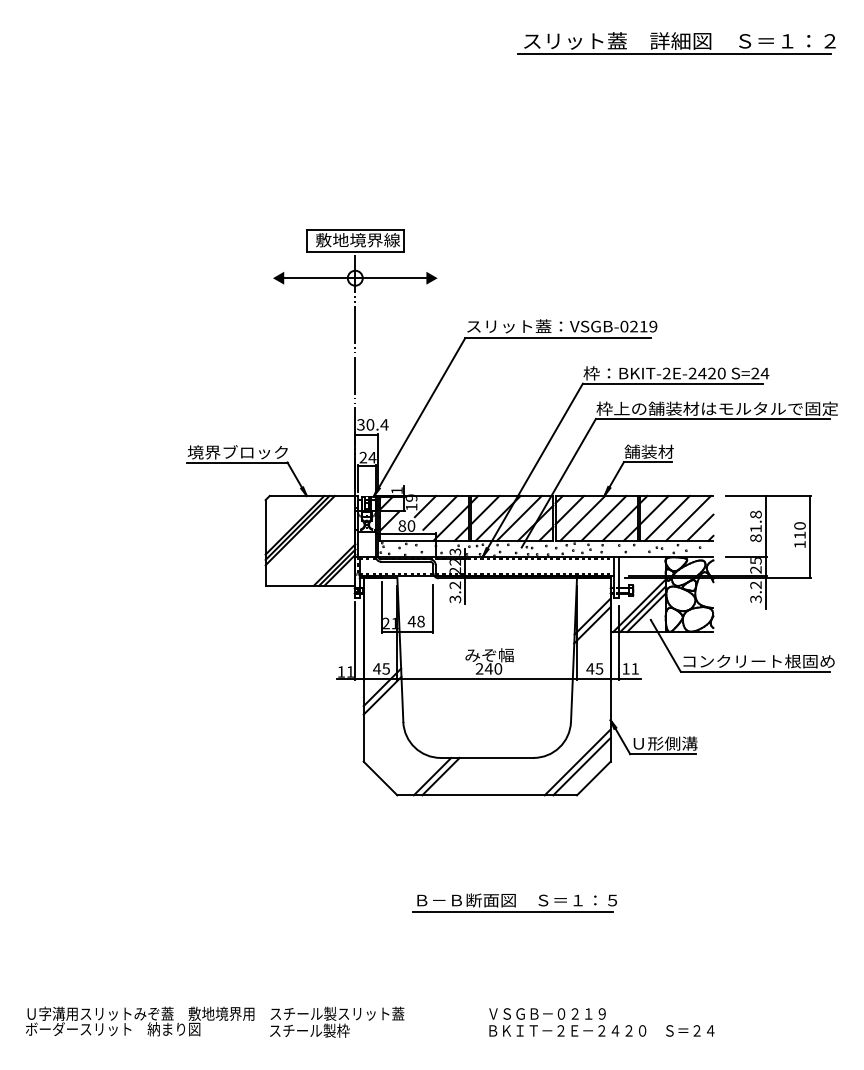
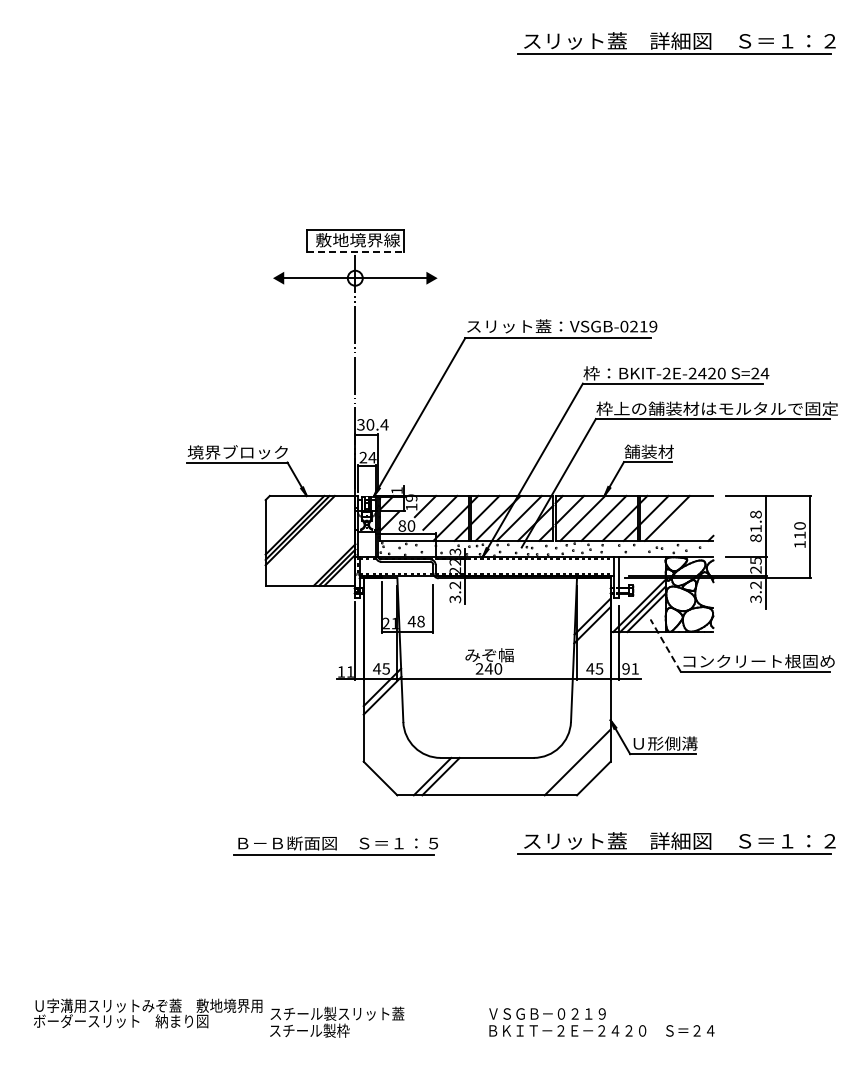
line at (355, 252): solid -> dashed
line at (688, 517): present -> none
line at (700, 527): present -> none
line at (665, 645): solid -> dashed
text at (625, 668): 11 -> 91
line at (581, 766): present -> none
part at (676, 843): none -> present
part at (514, 902) position: (514, 902) -> (335, 845)
text at (140, 1021) position: (140, 1021) -> (148, 1013)
